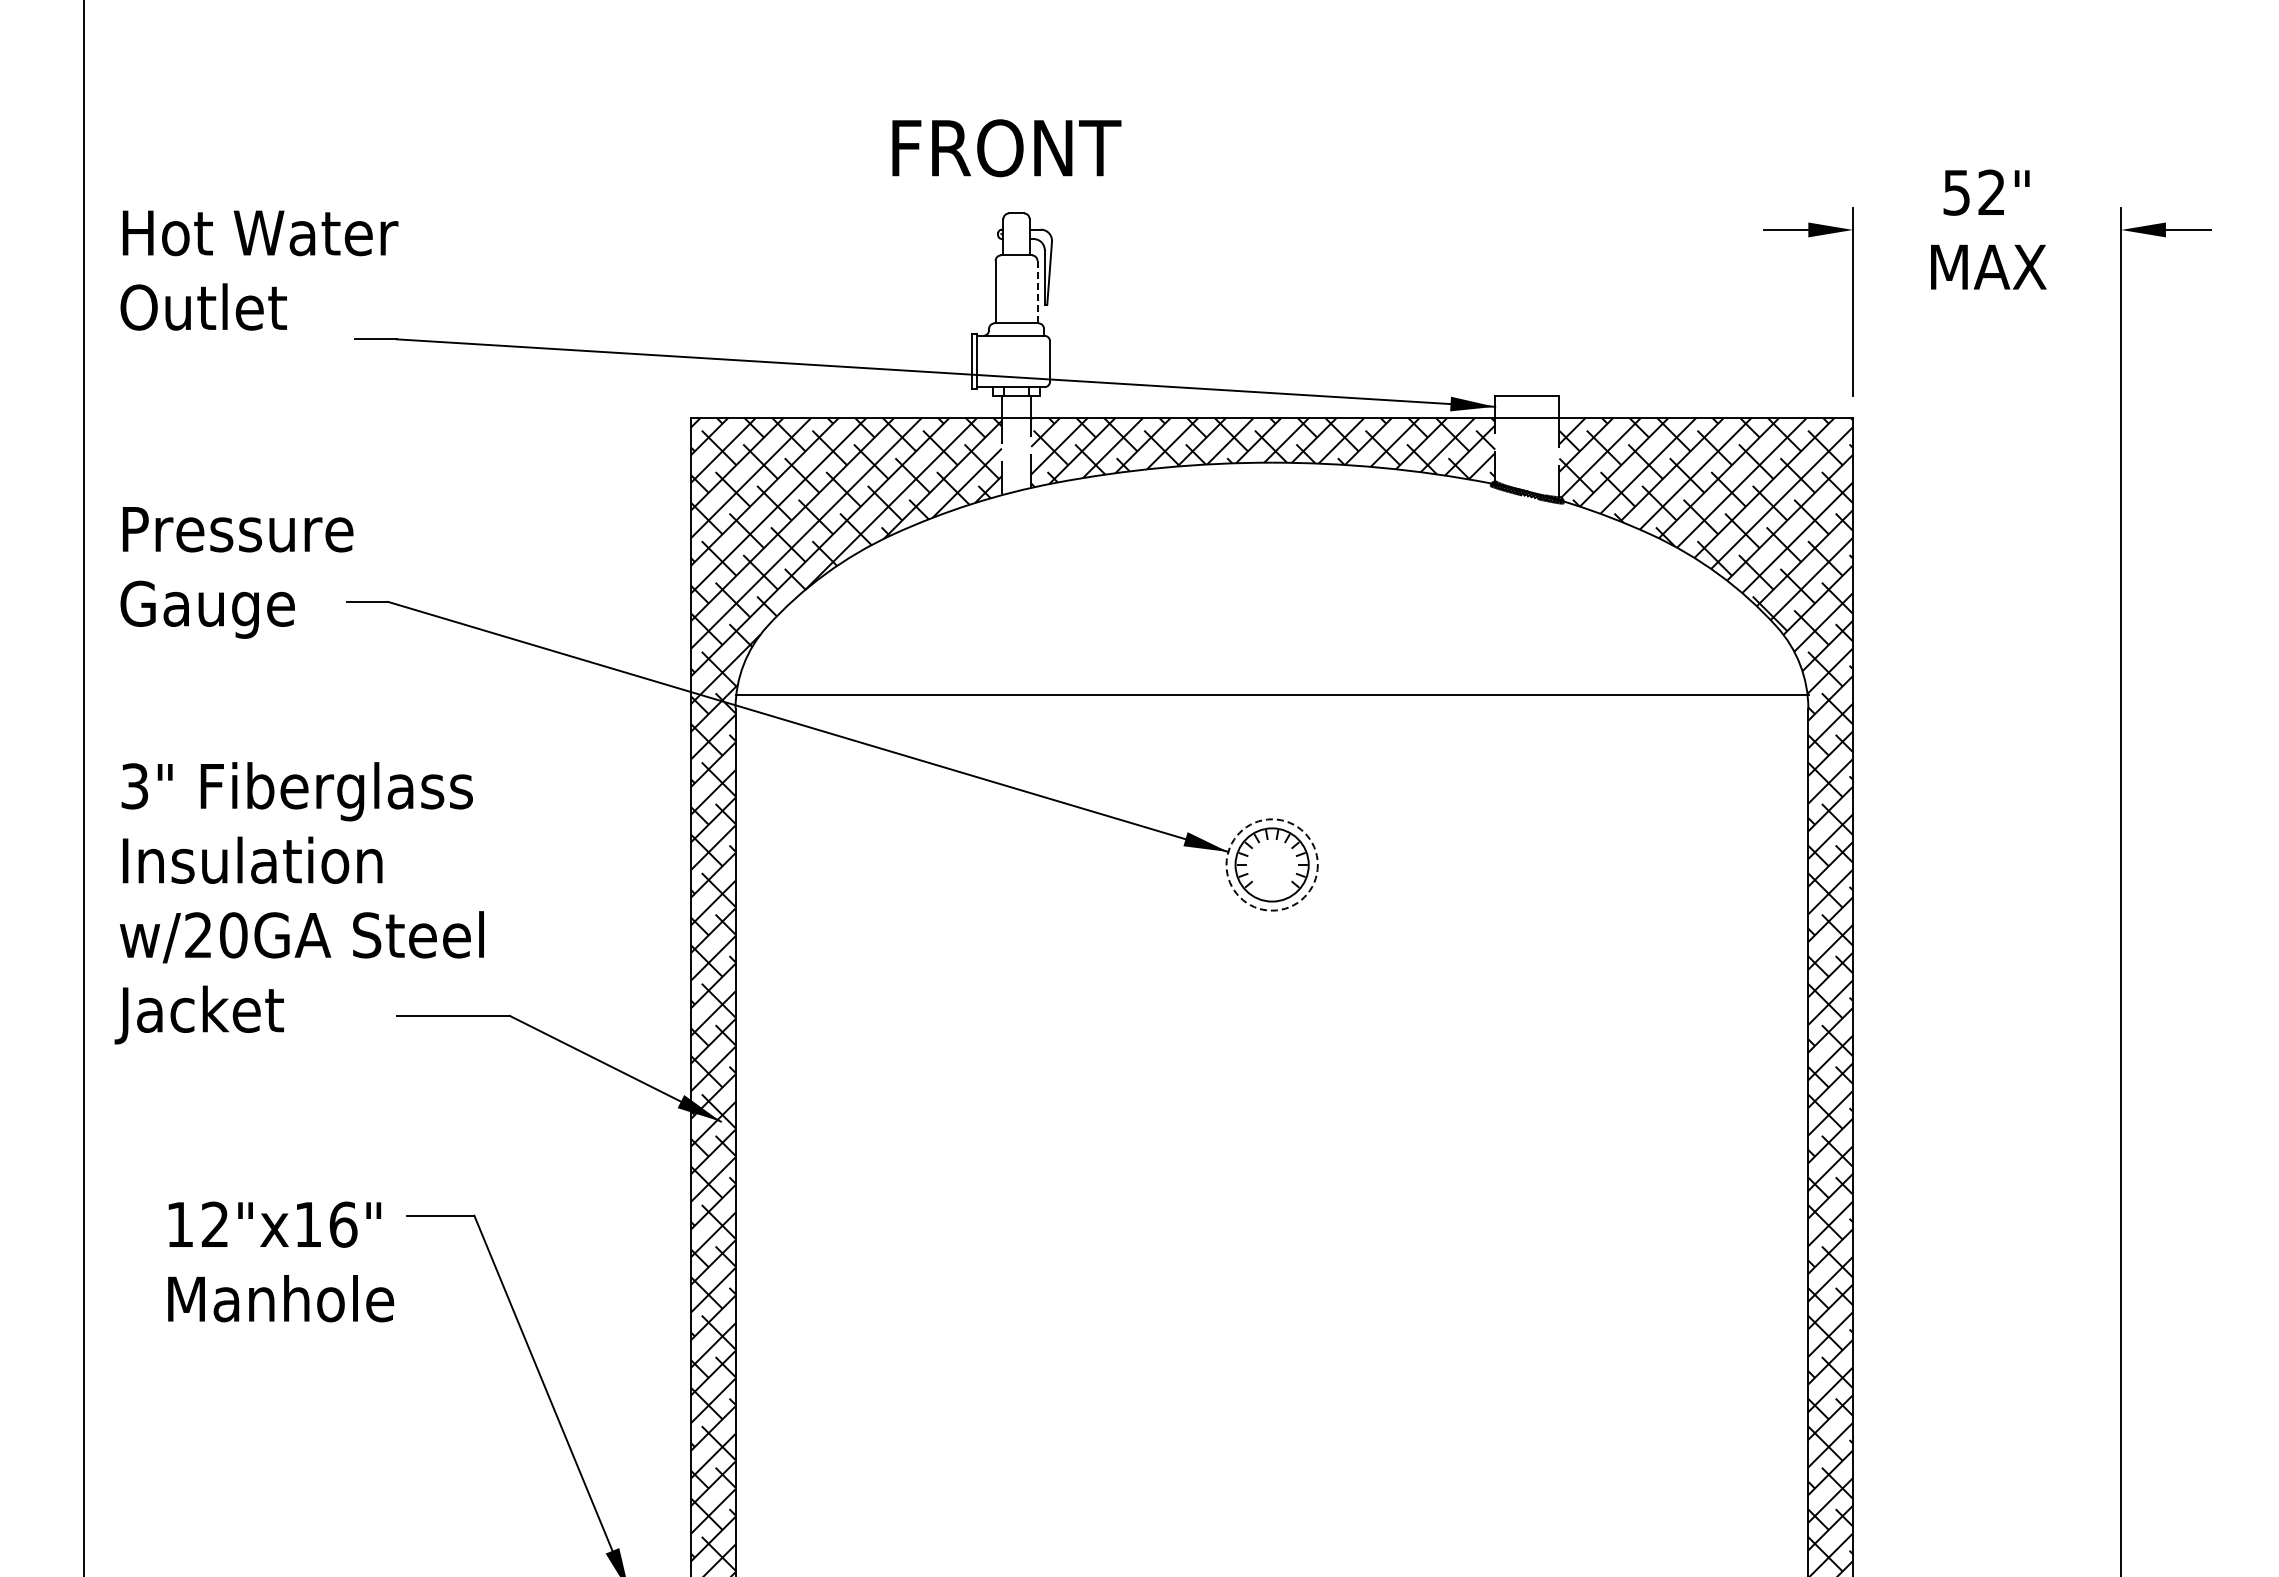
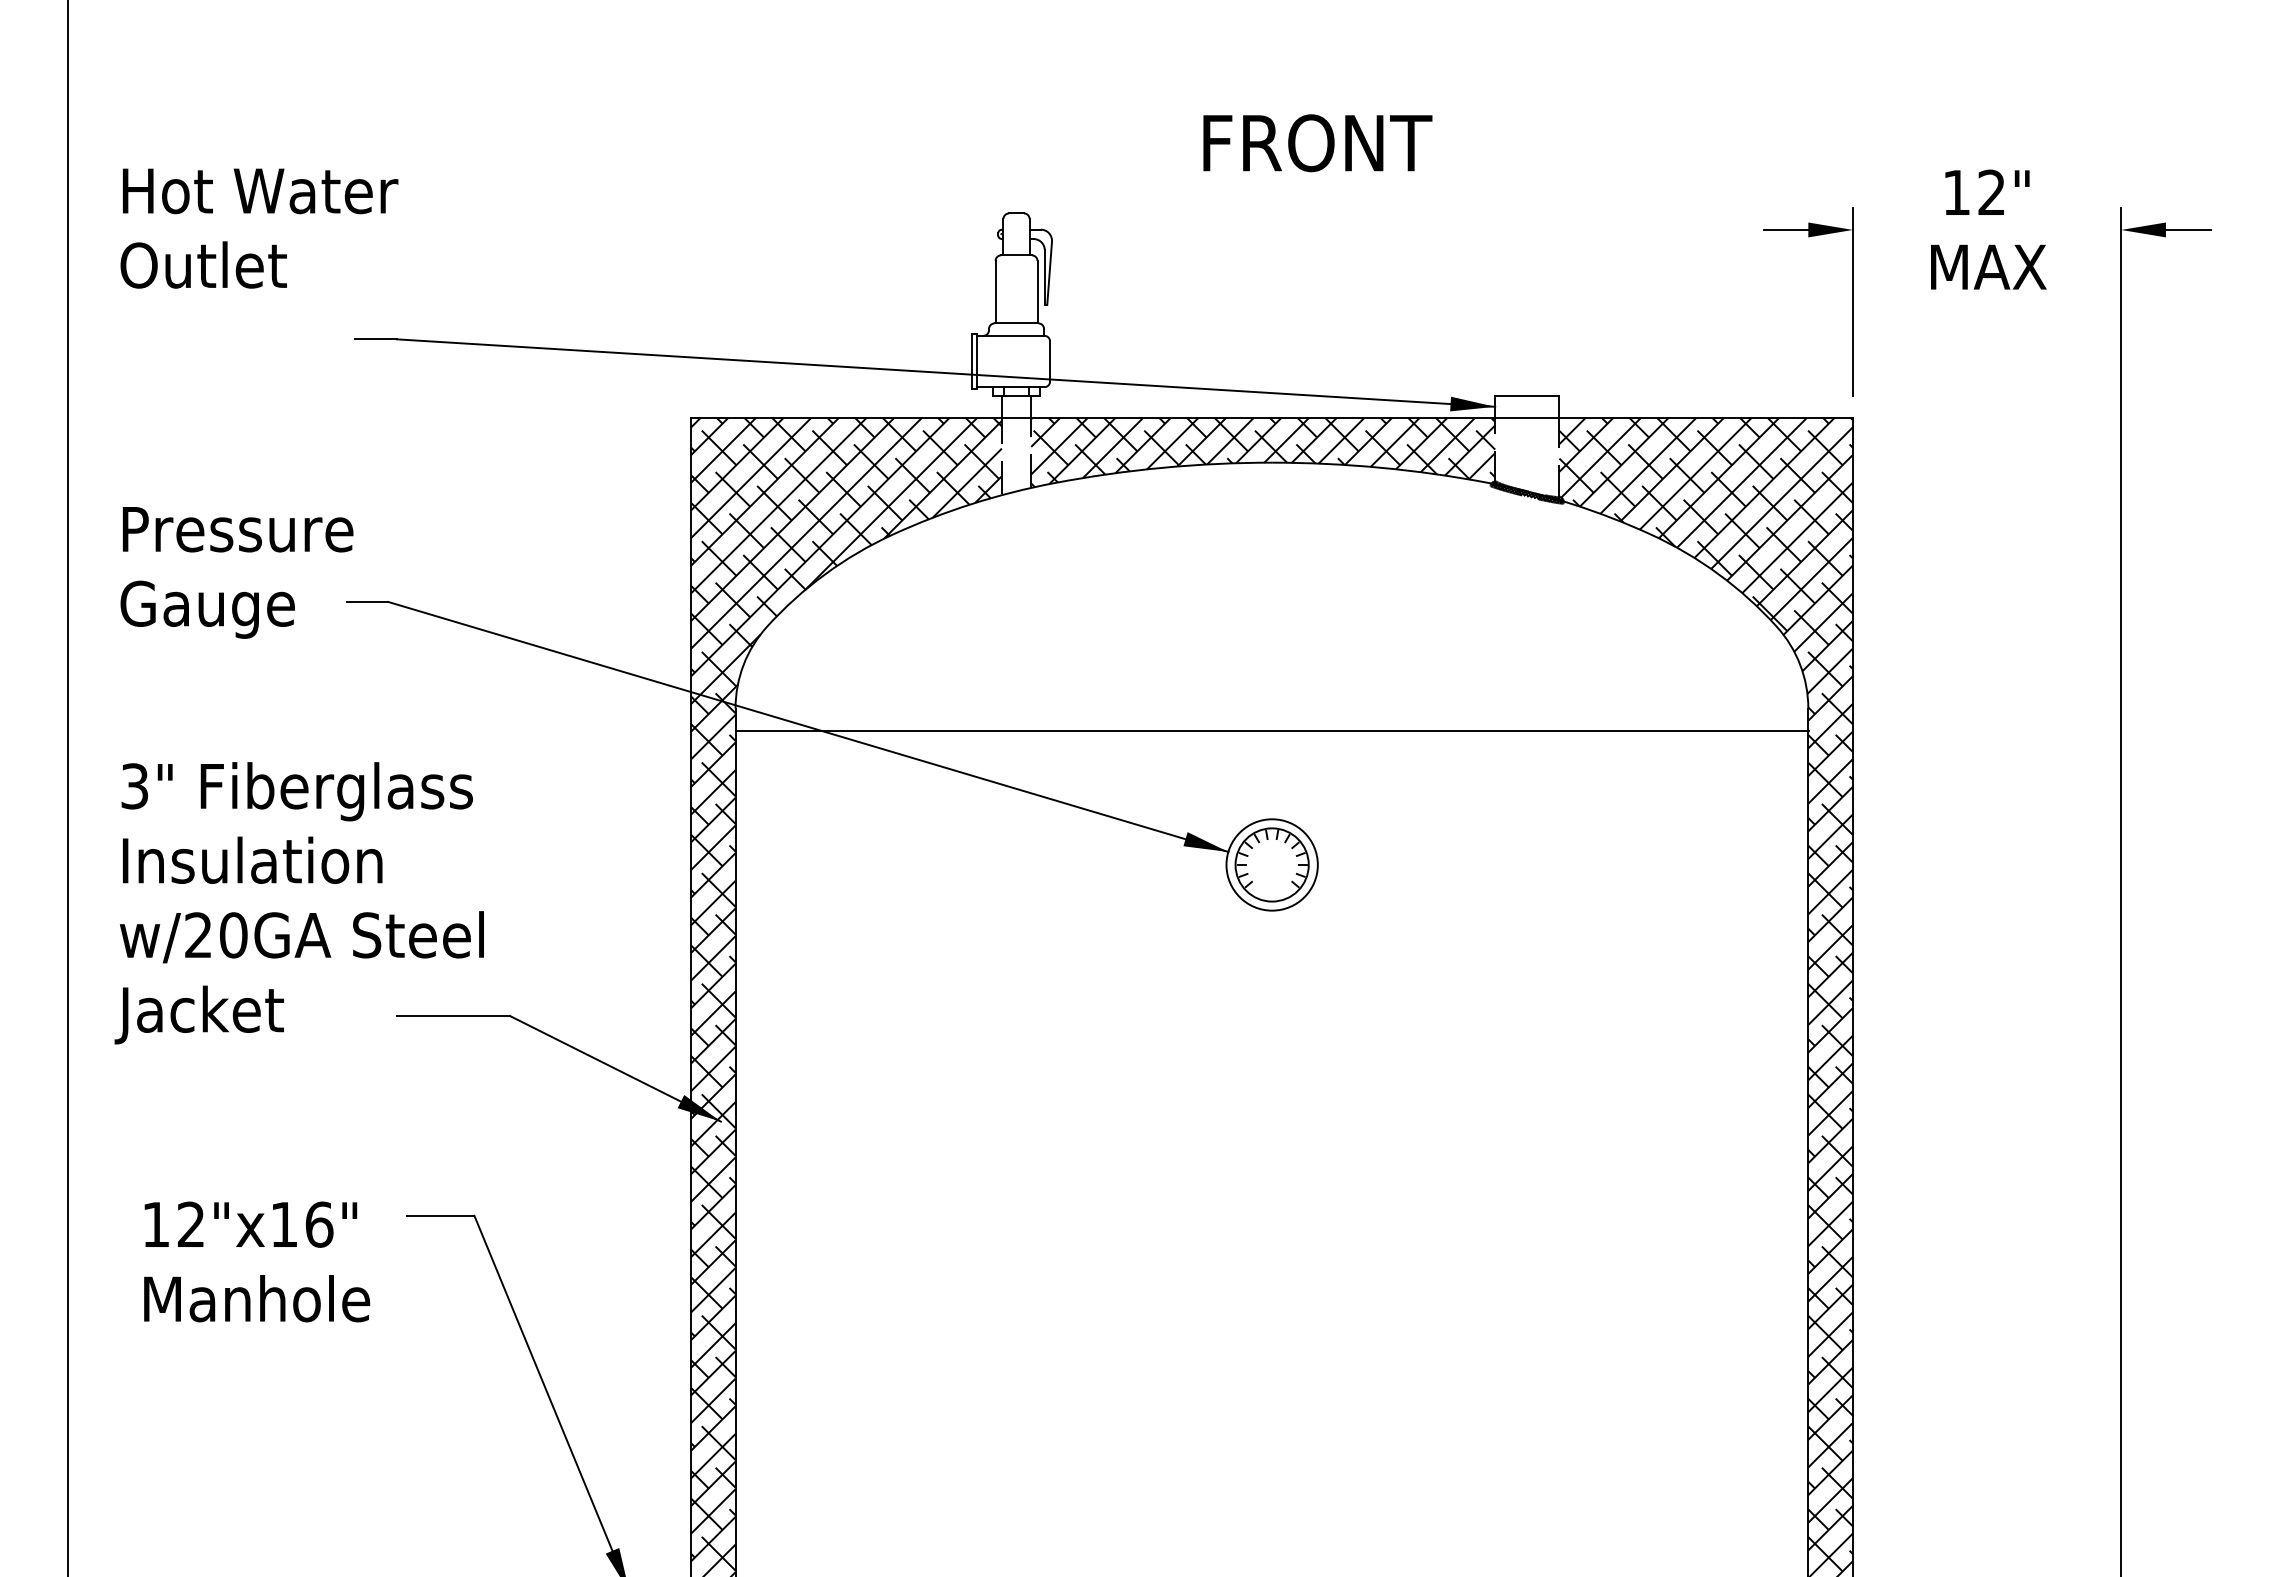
text at (1006, 148) position: (1006, 148) -> (1317, 143)
text at (1956, 192): 52" -> 12"
text at (259, 270) position: (259, 270) -> (259, 228)
line at (1037, 292): dashed -> solid
line at (1271, 694) position: (1271, 694) -> (1271, 730)
line at (84, 787) position: (84, 787) -> (68, 787)
circle at (1271, 864): dashed -> solid
text at (281, 1261) position: (281, 1261) -> (257, 1261)
